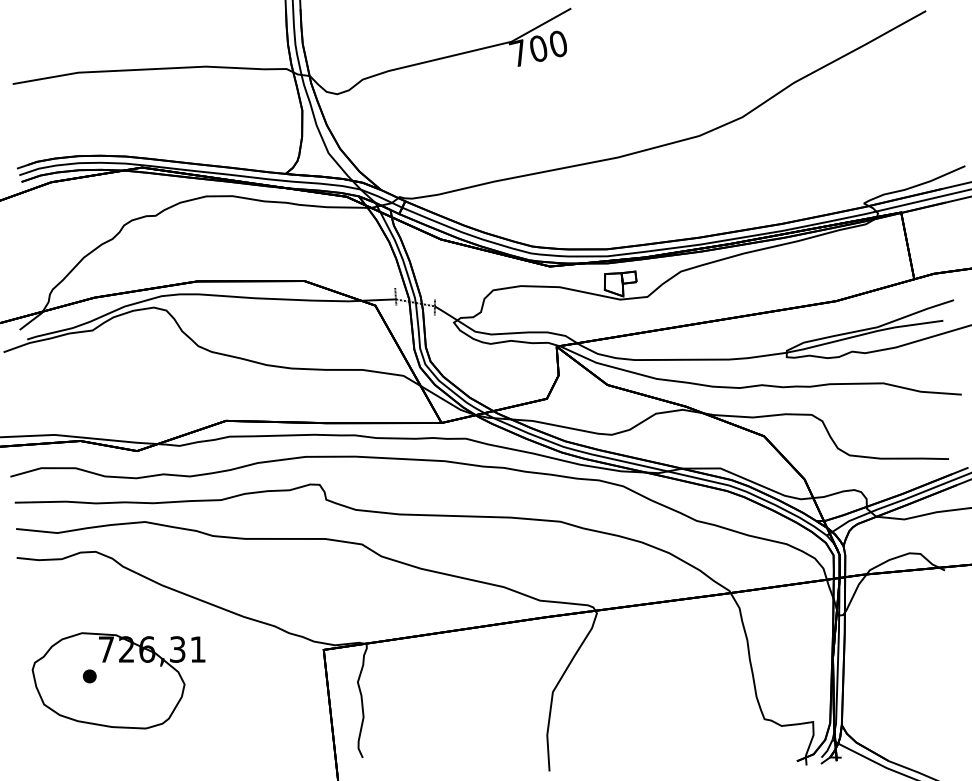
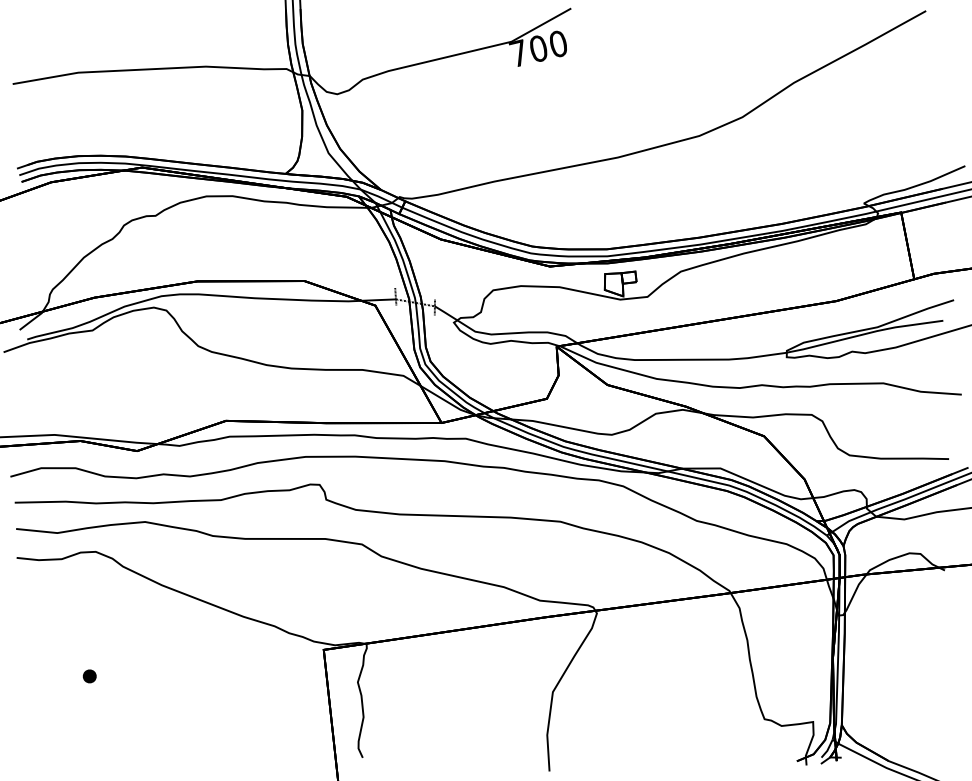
part at (118, 680): present -> none
